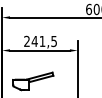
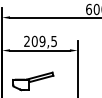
text at (38, 41): 241,5 -> 209,5
